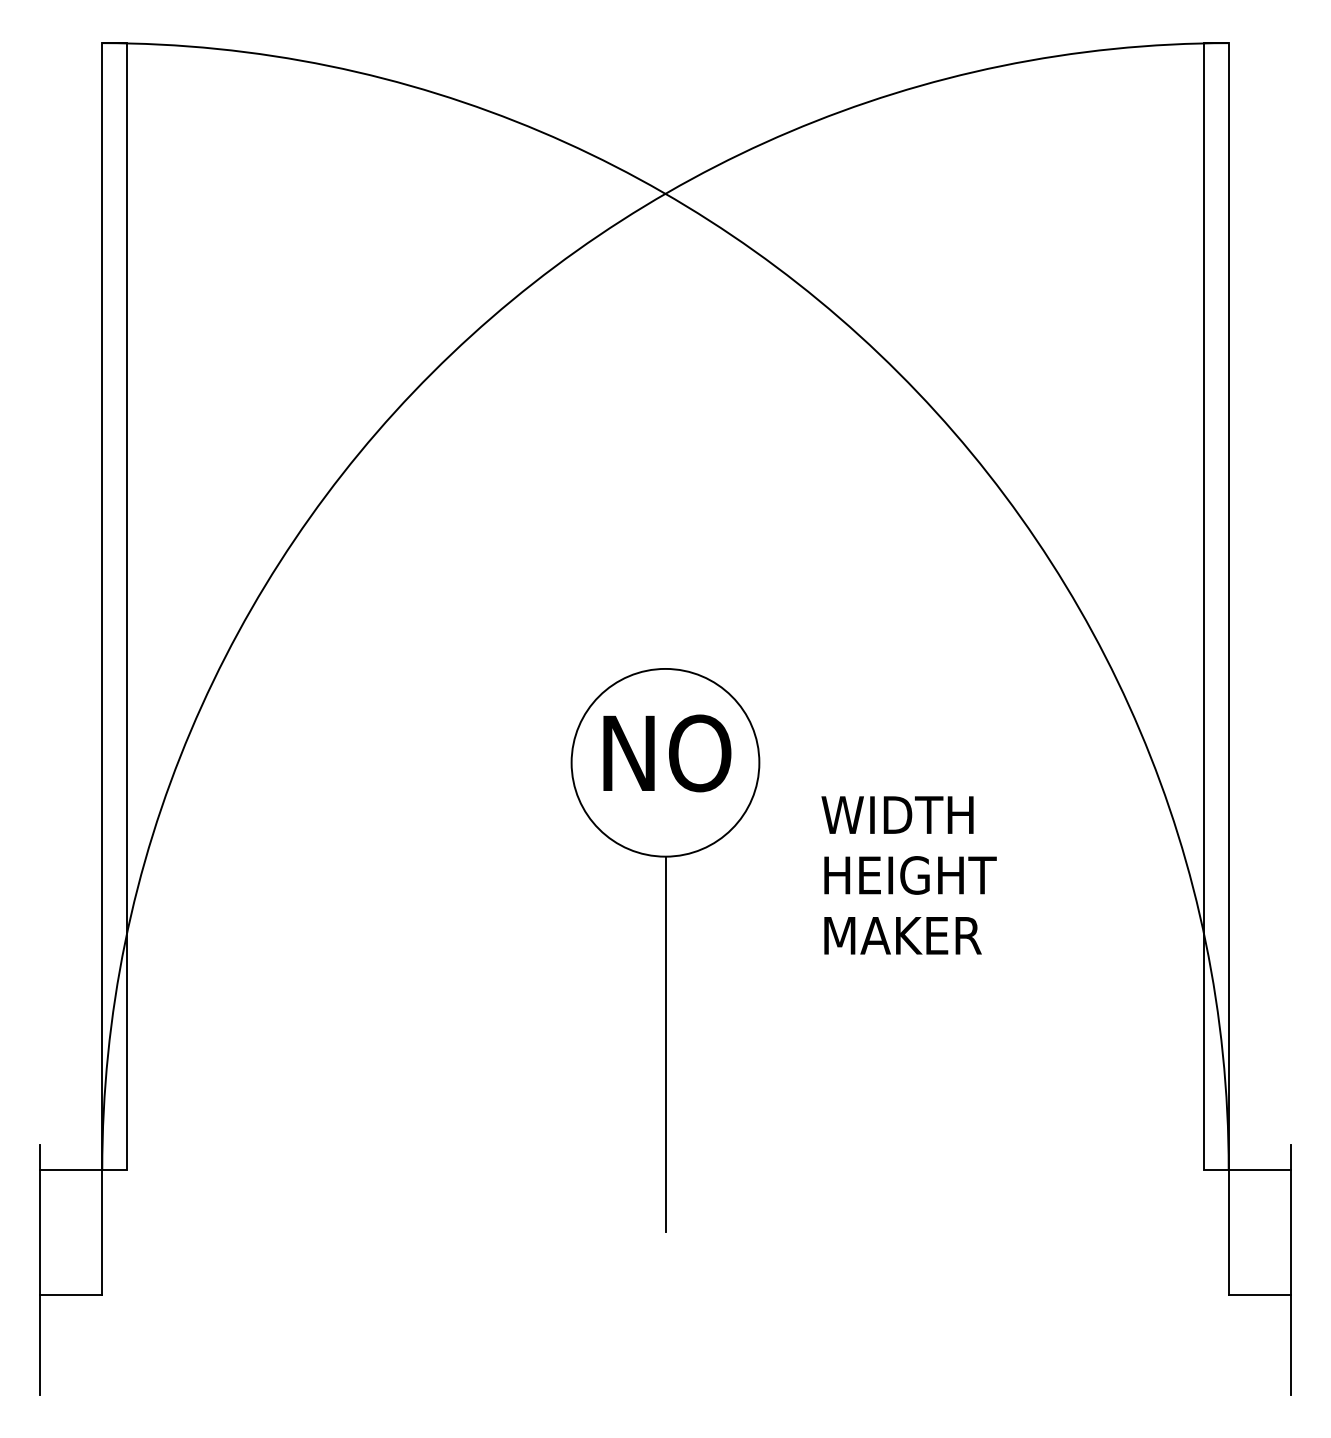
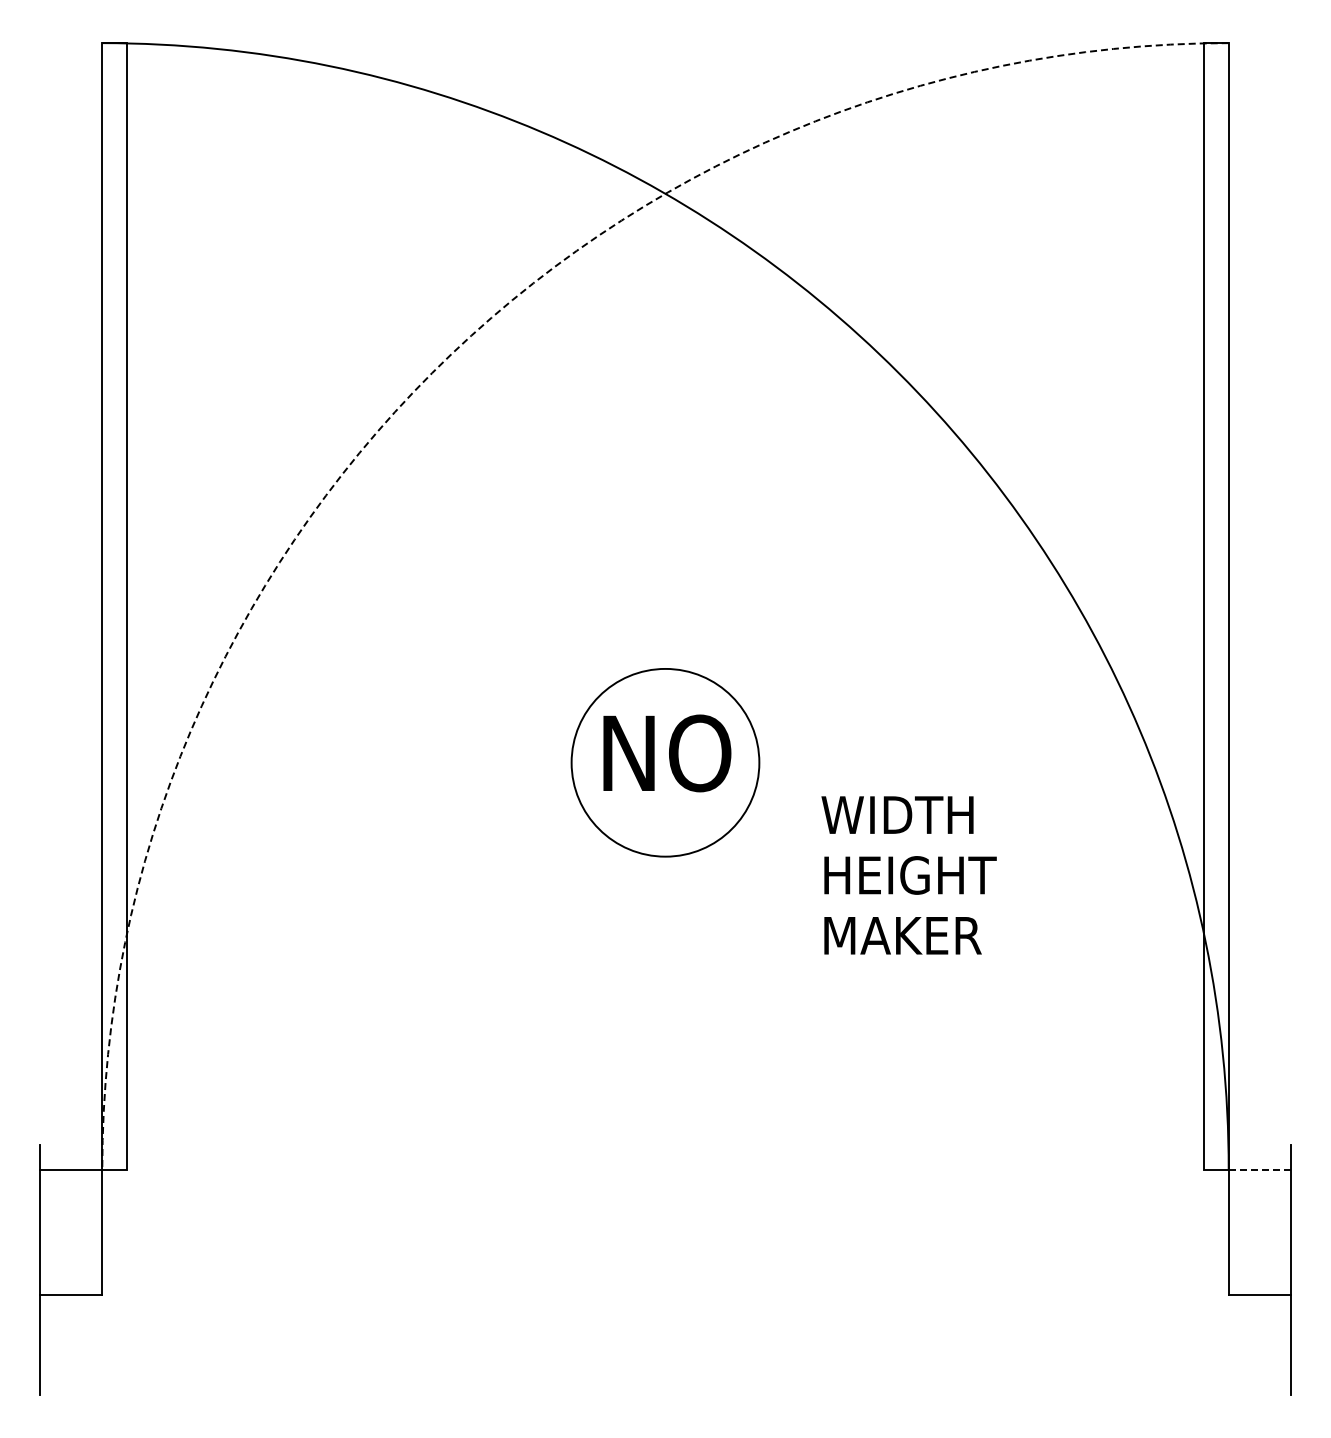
arc at (432, 373): solid -> dashed
line at (665, 1044): present -> none
line at (1259, 1169): solid -> dashed
